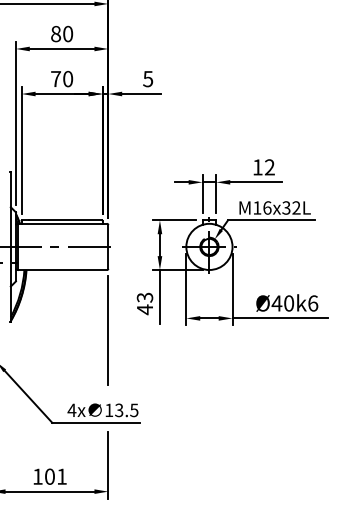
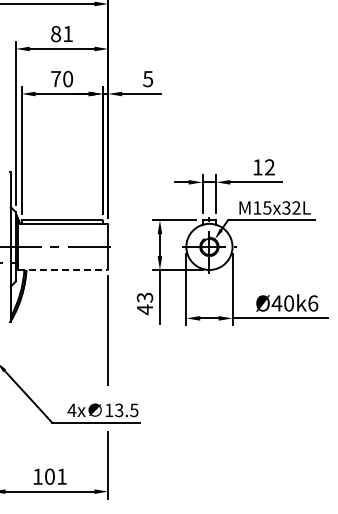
text at (68, 33): 80 -> 81
text at (267, 207): M16x32L -> M15x32L
line at (62, 270): solid -> dashed
